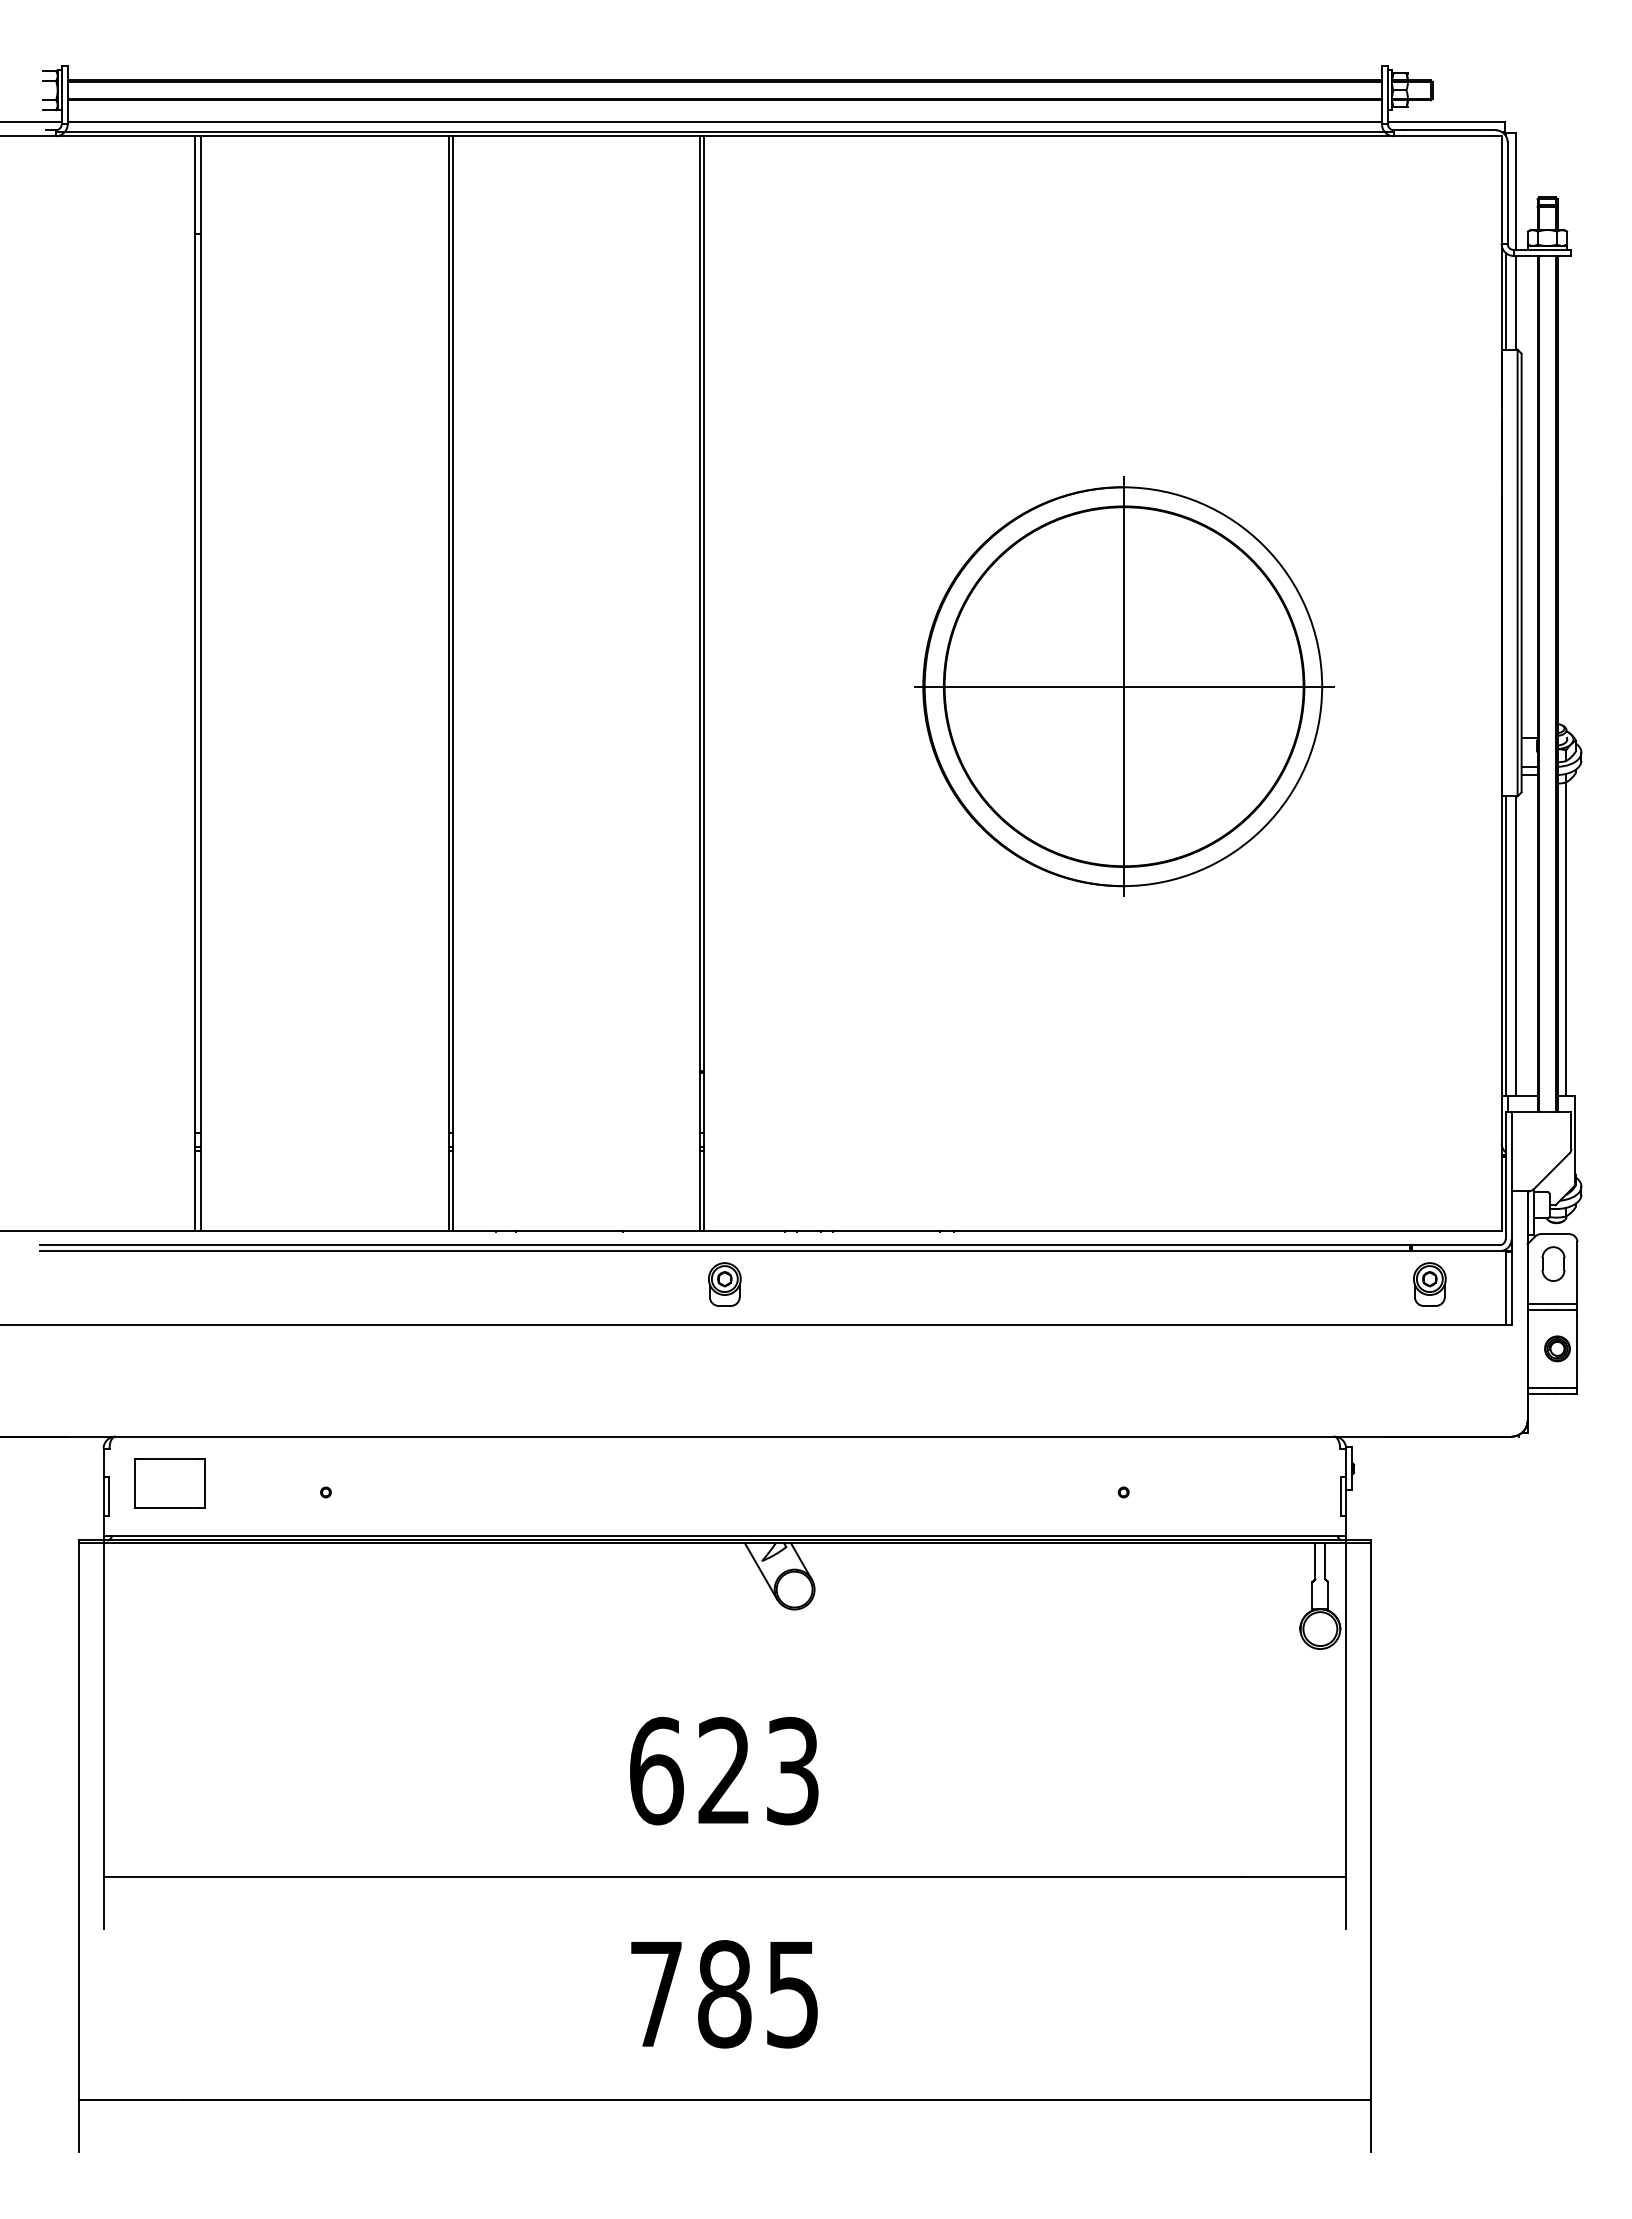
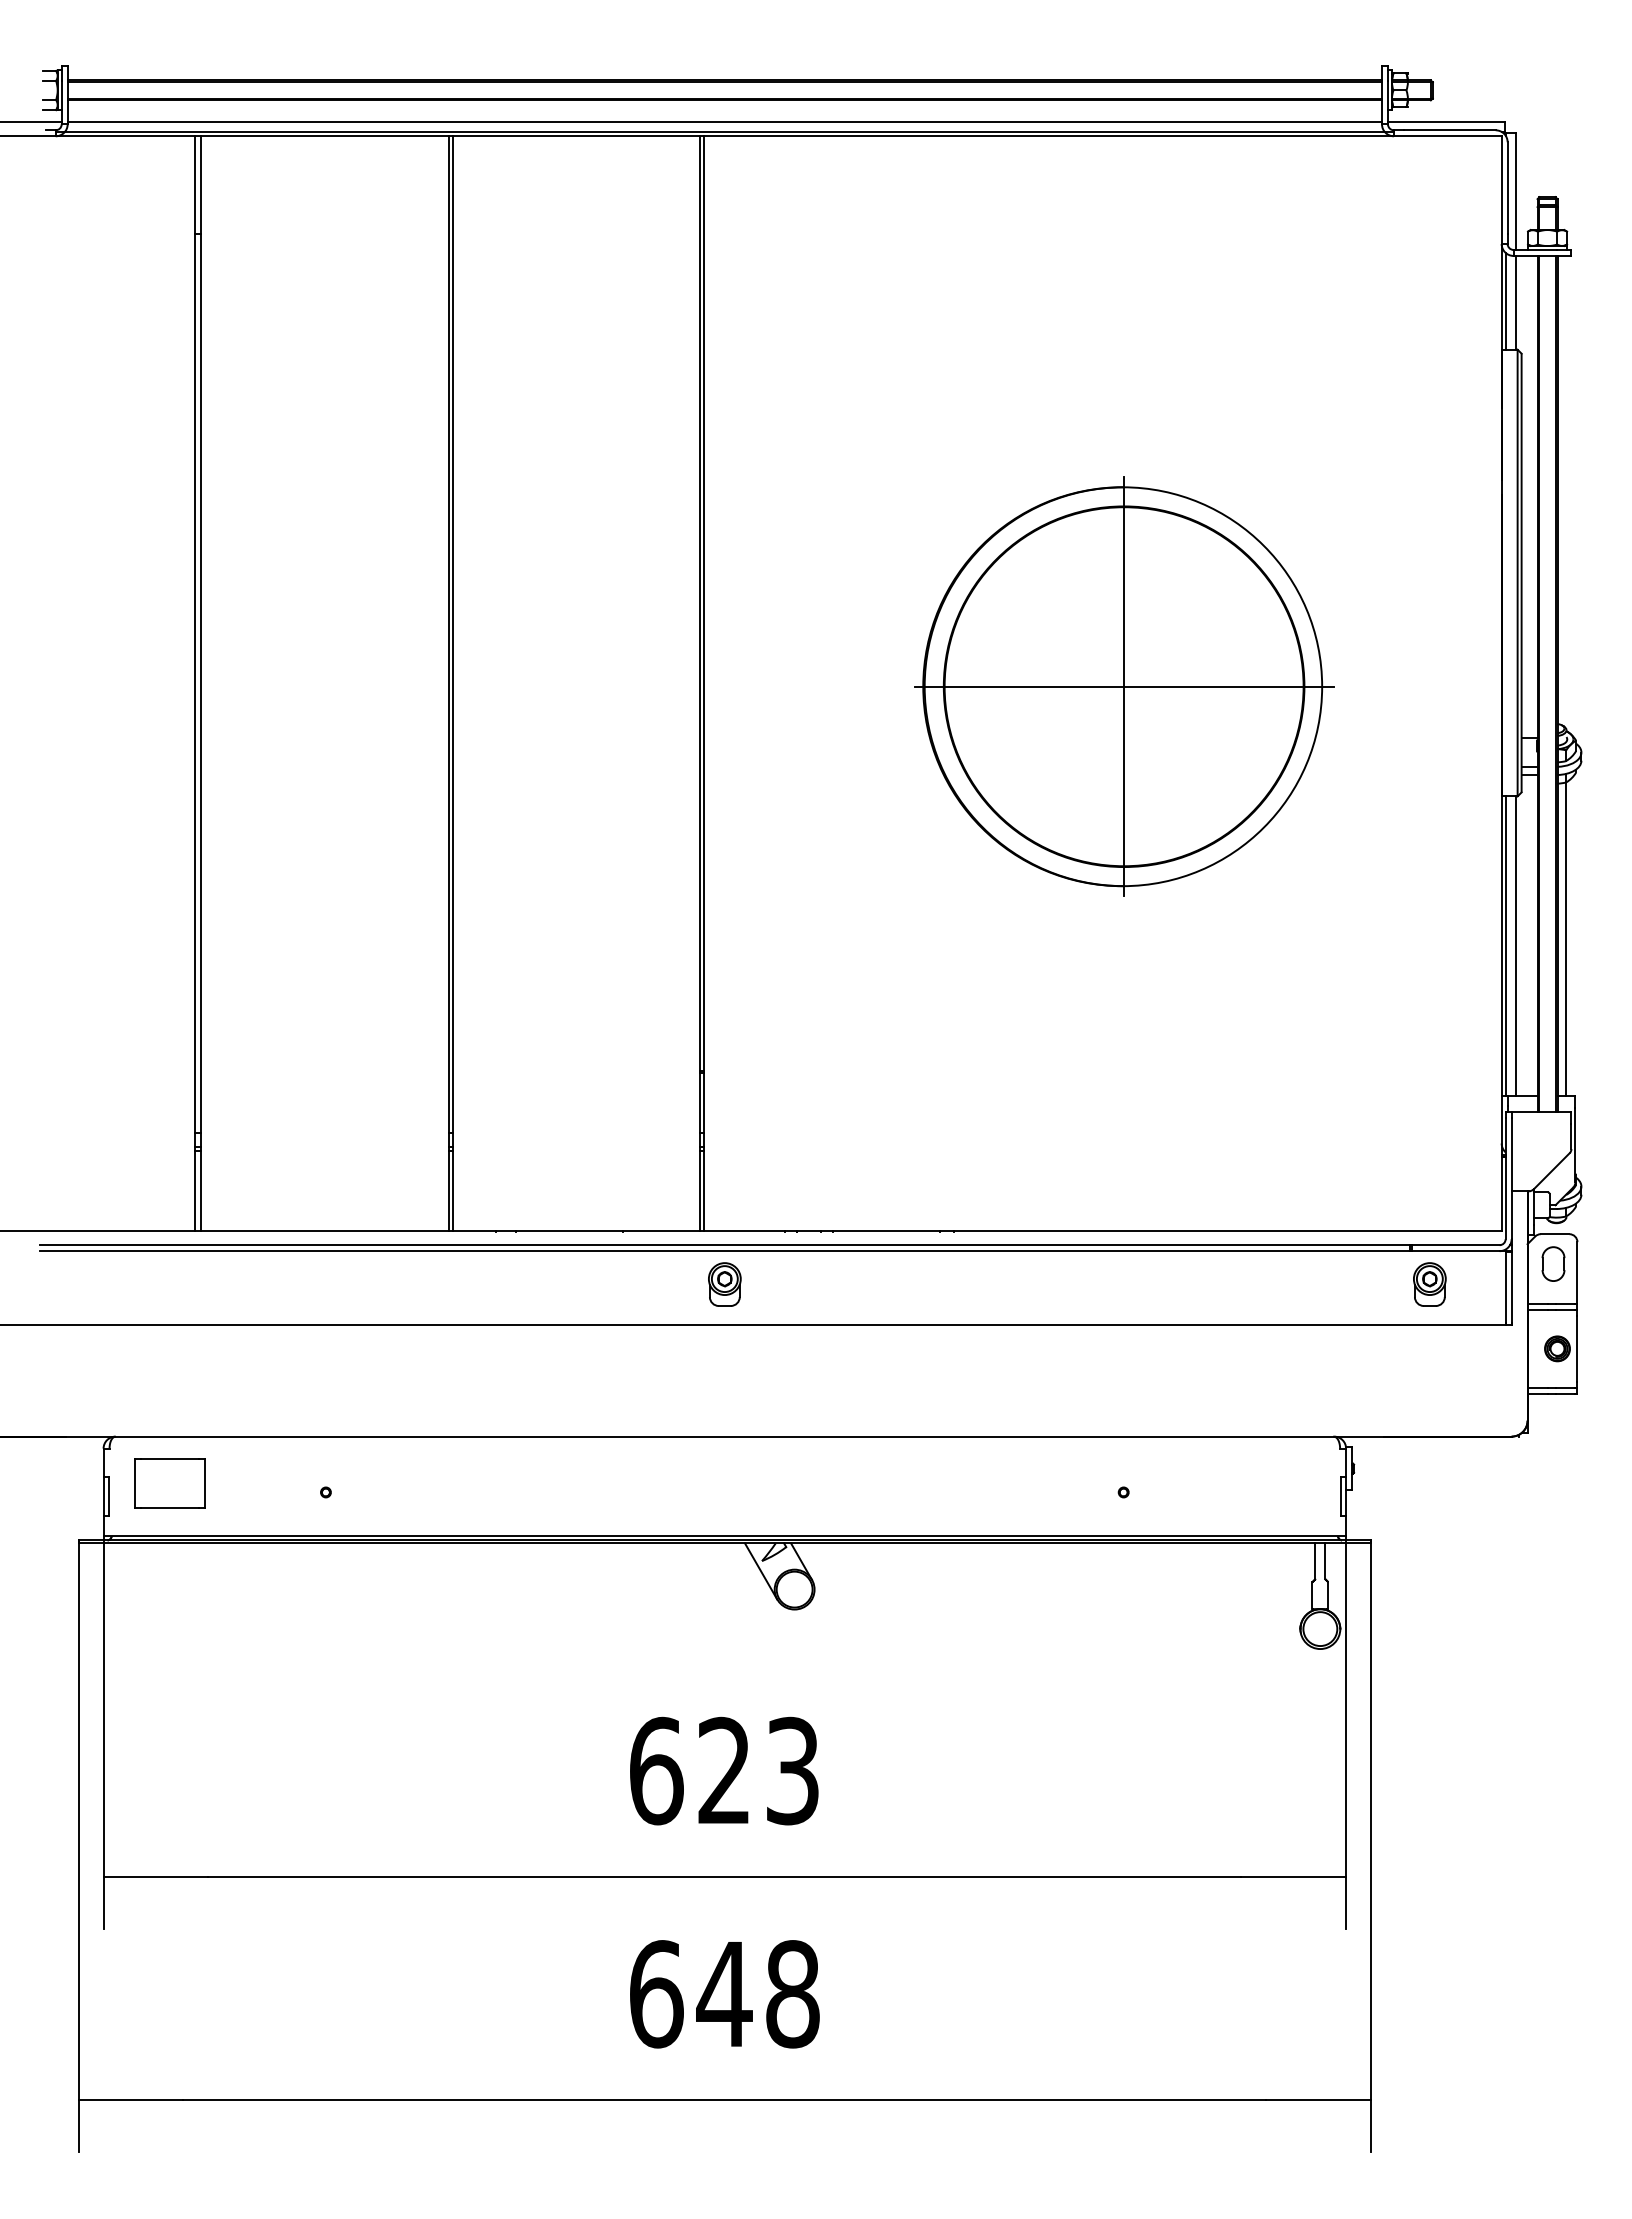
text at (724, 1994): 785 -> 648
